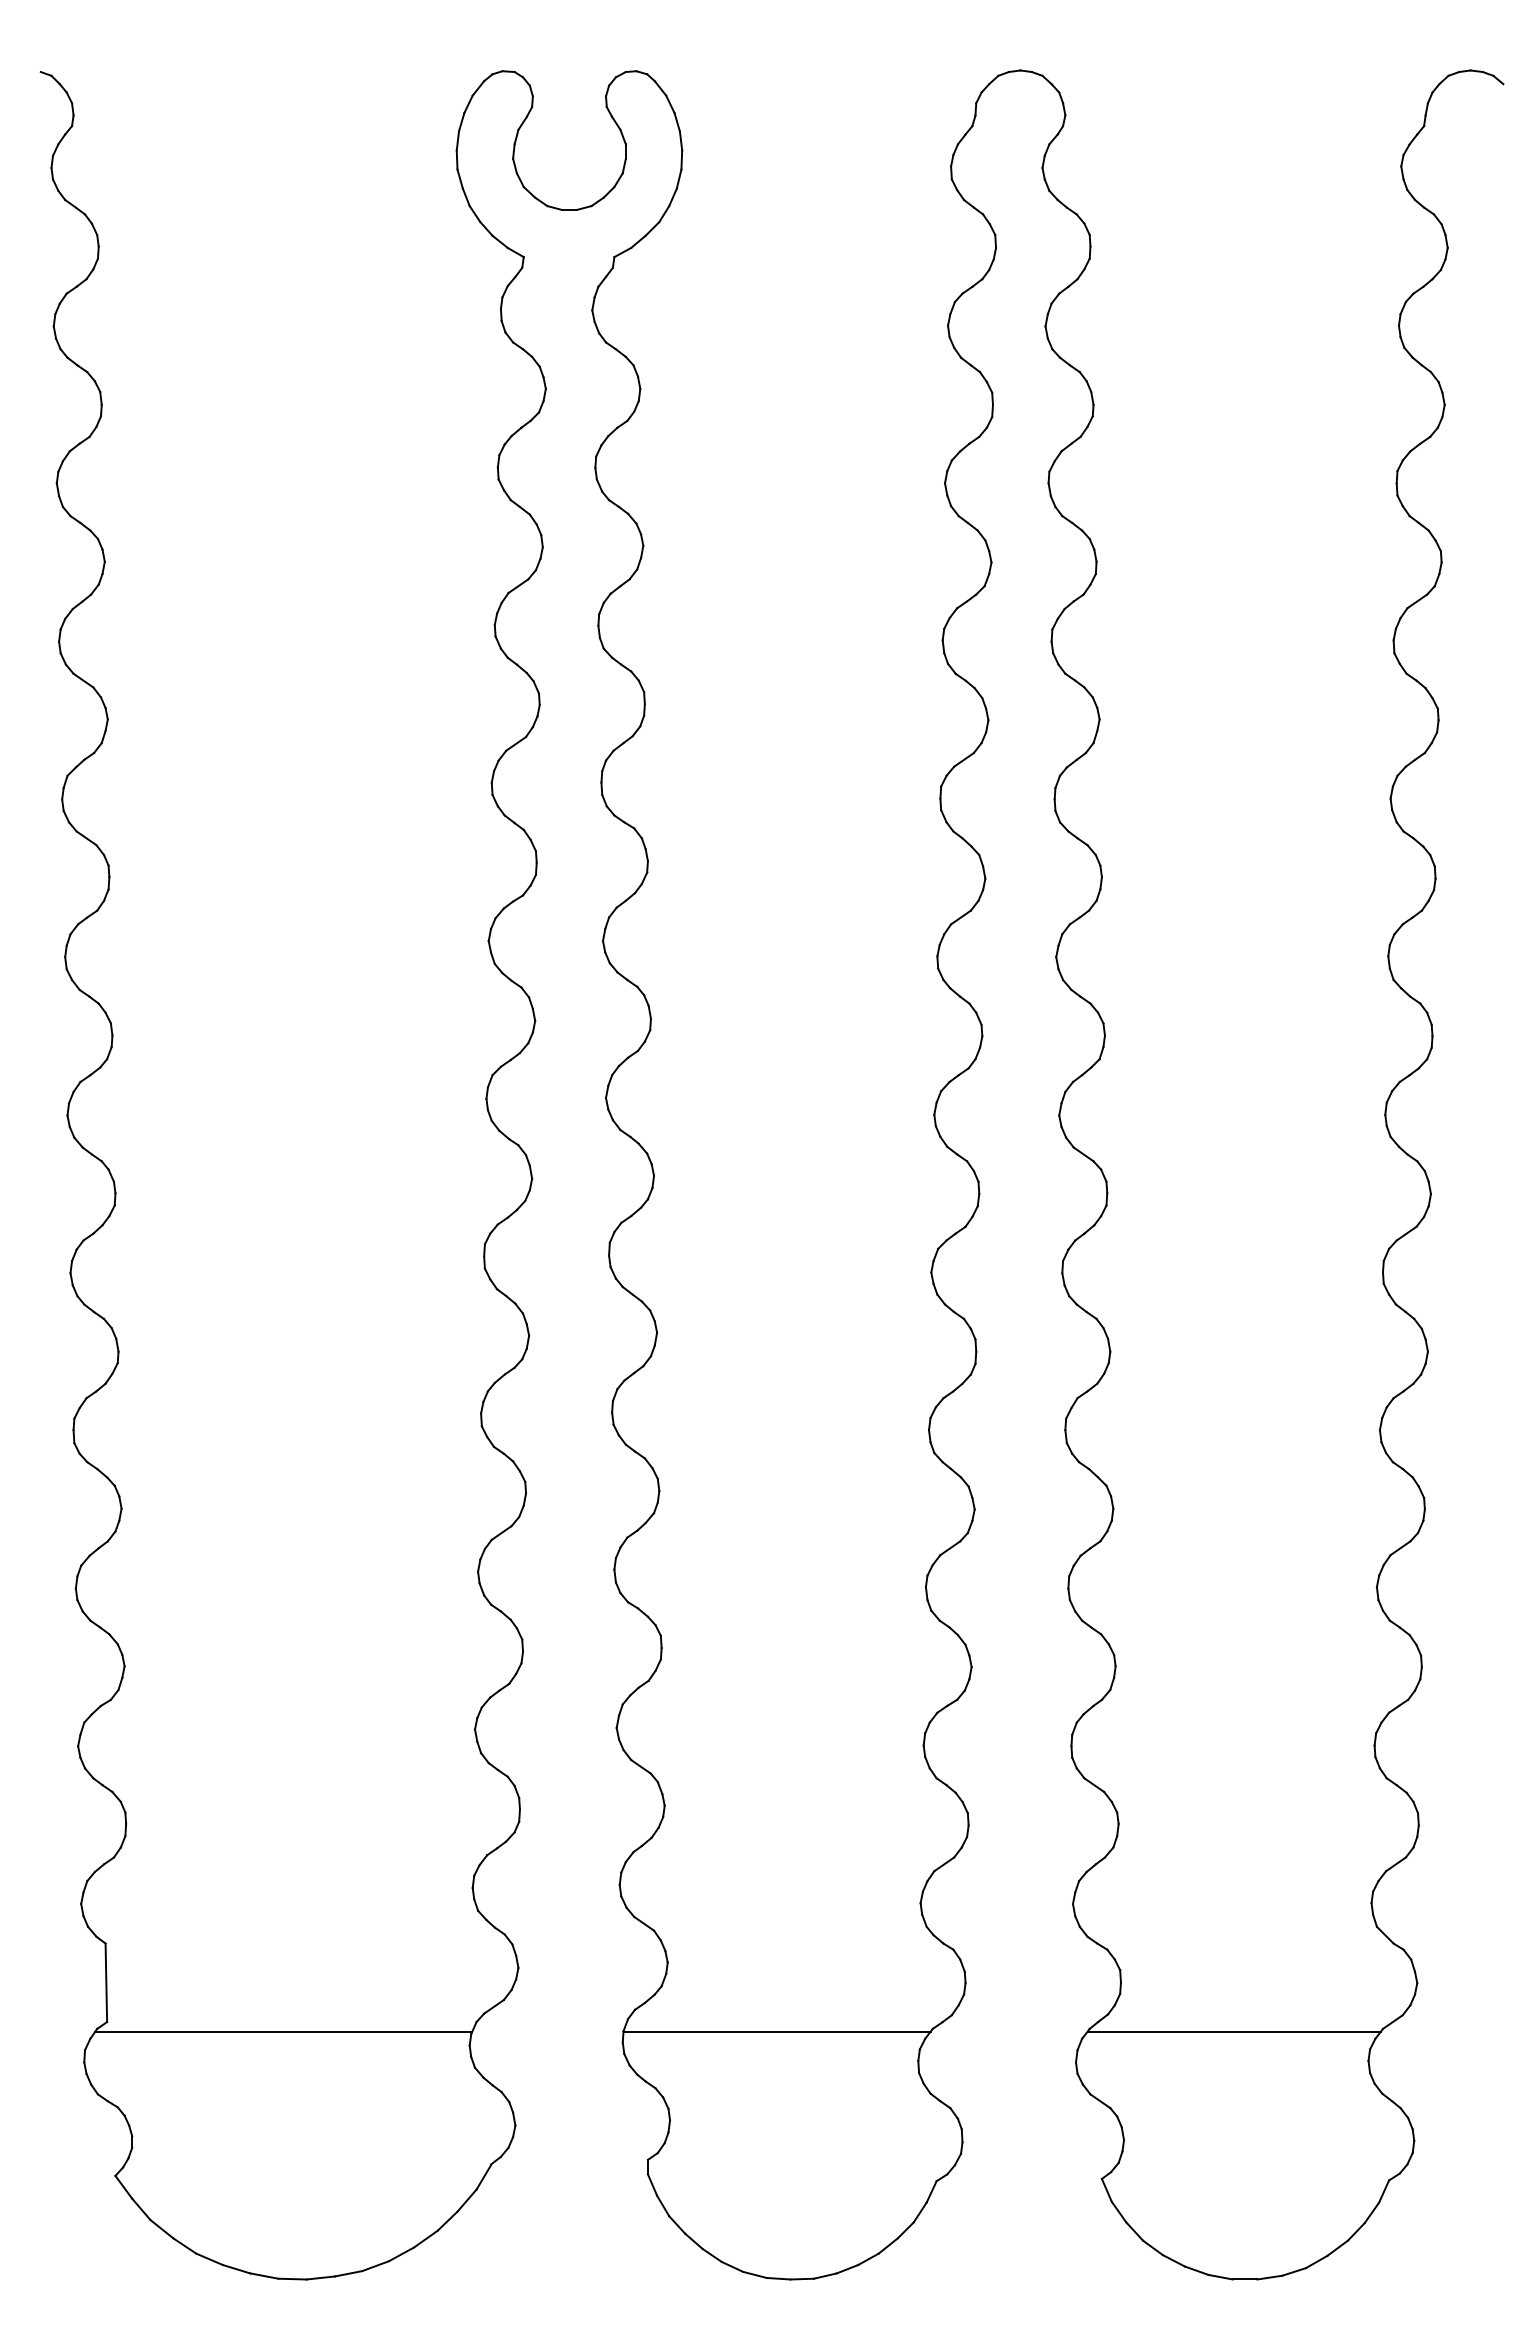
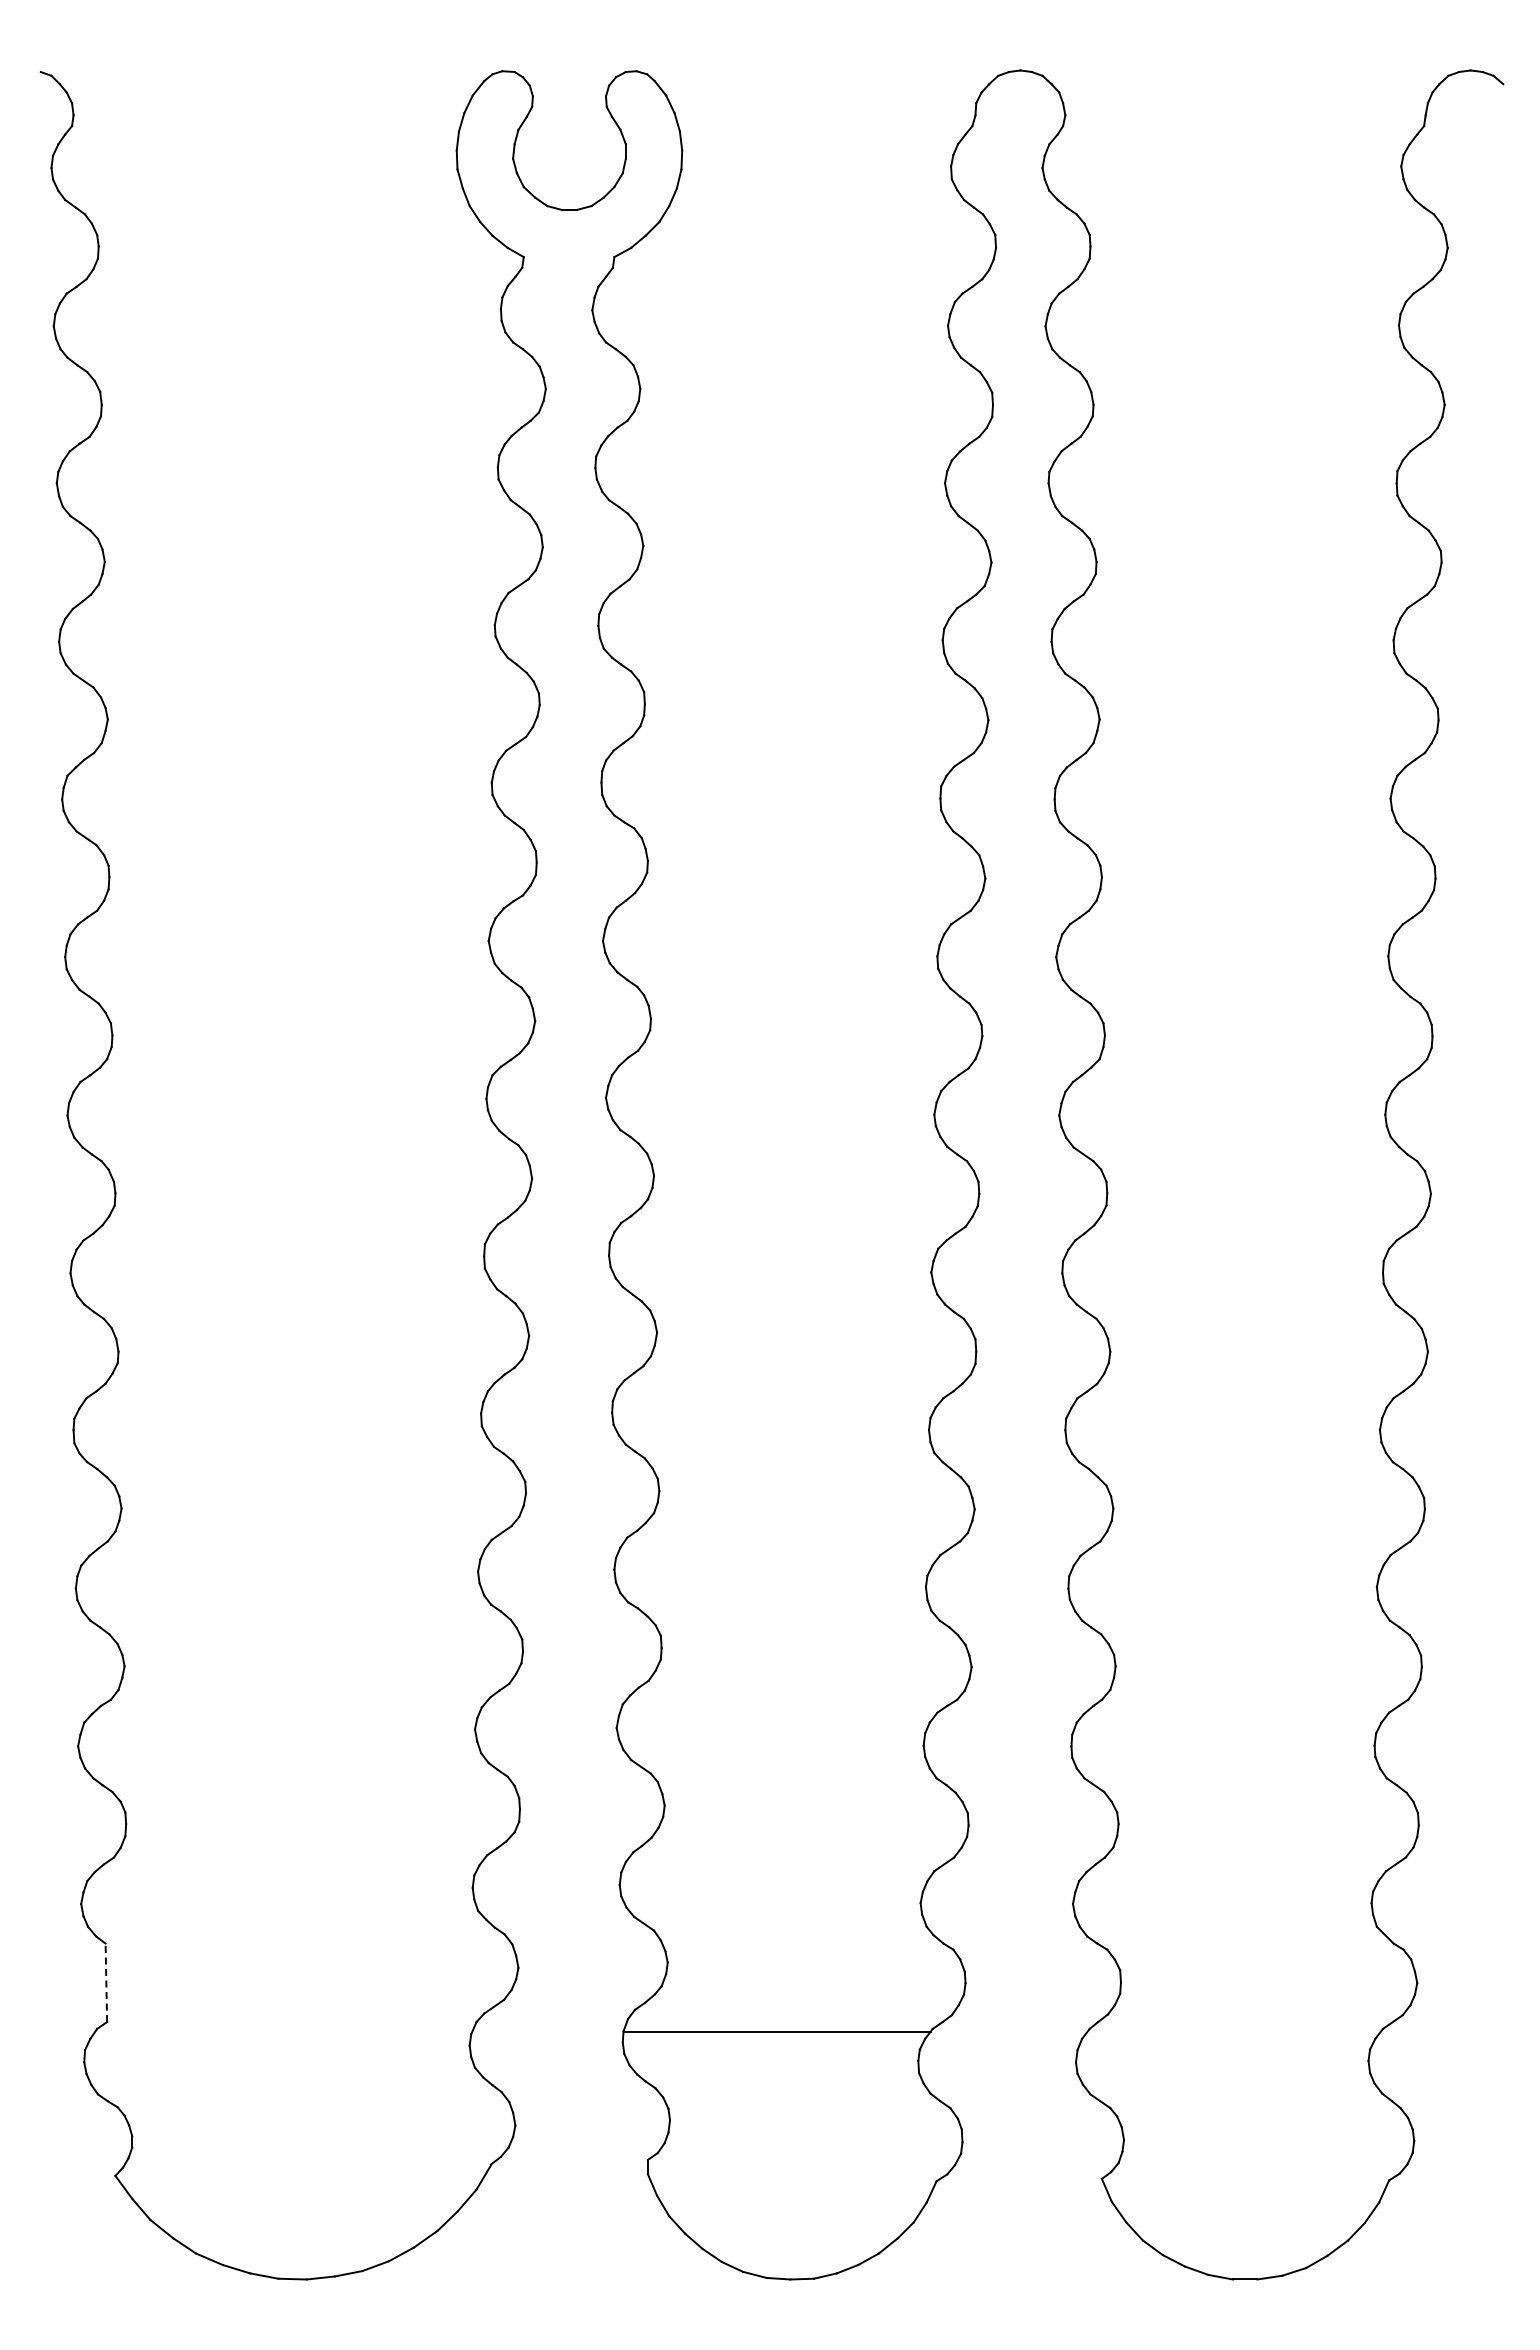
line at (106, 1982): solid -> dashed
line at (283, 2031): present -> none
line at (1233, 2031): present -> none
